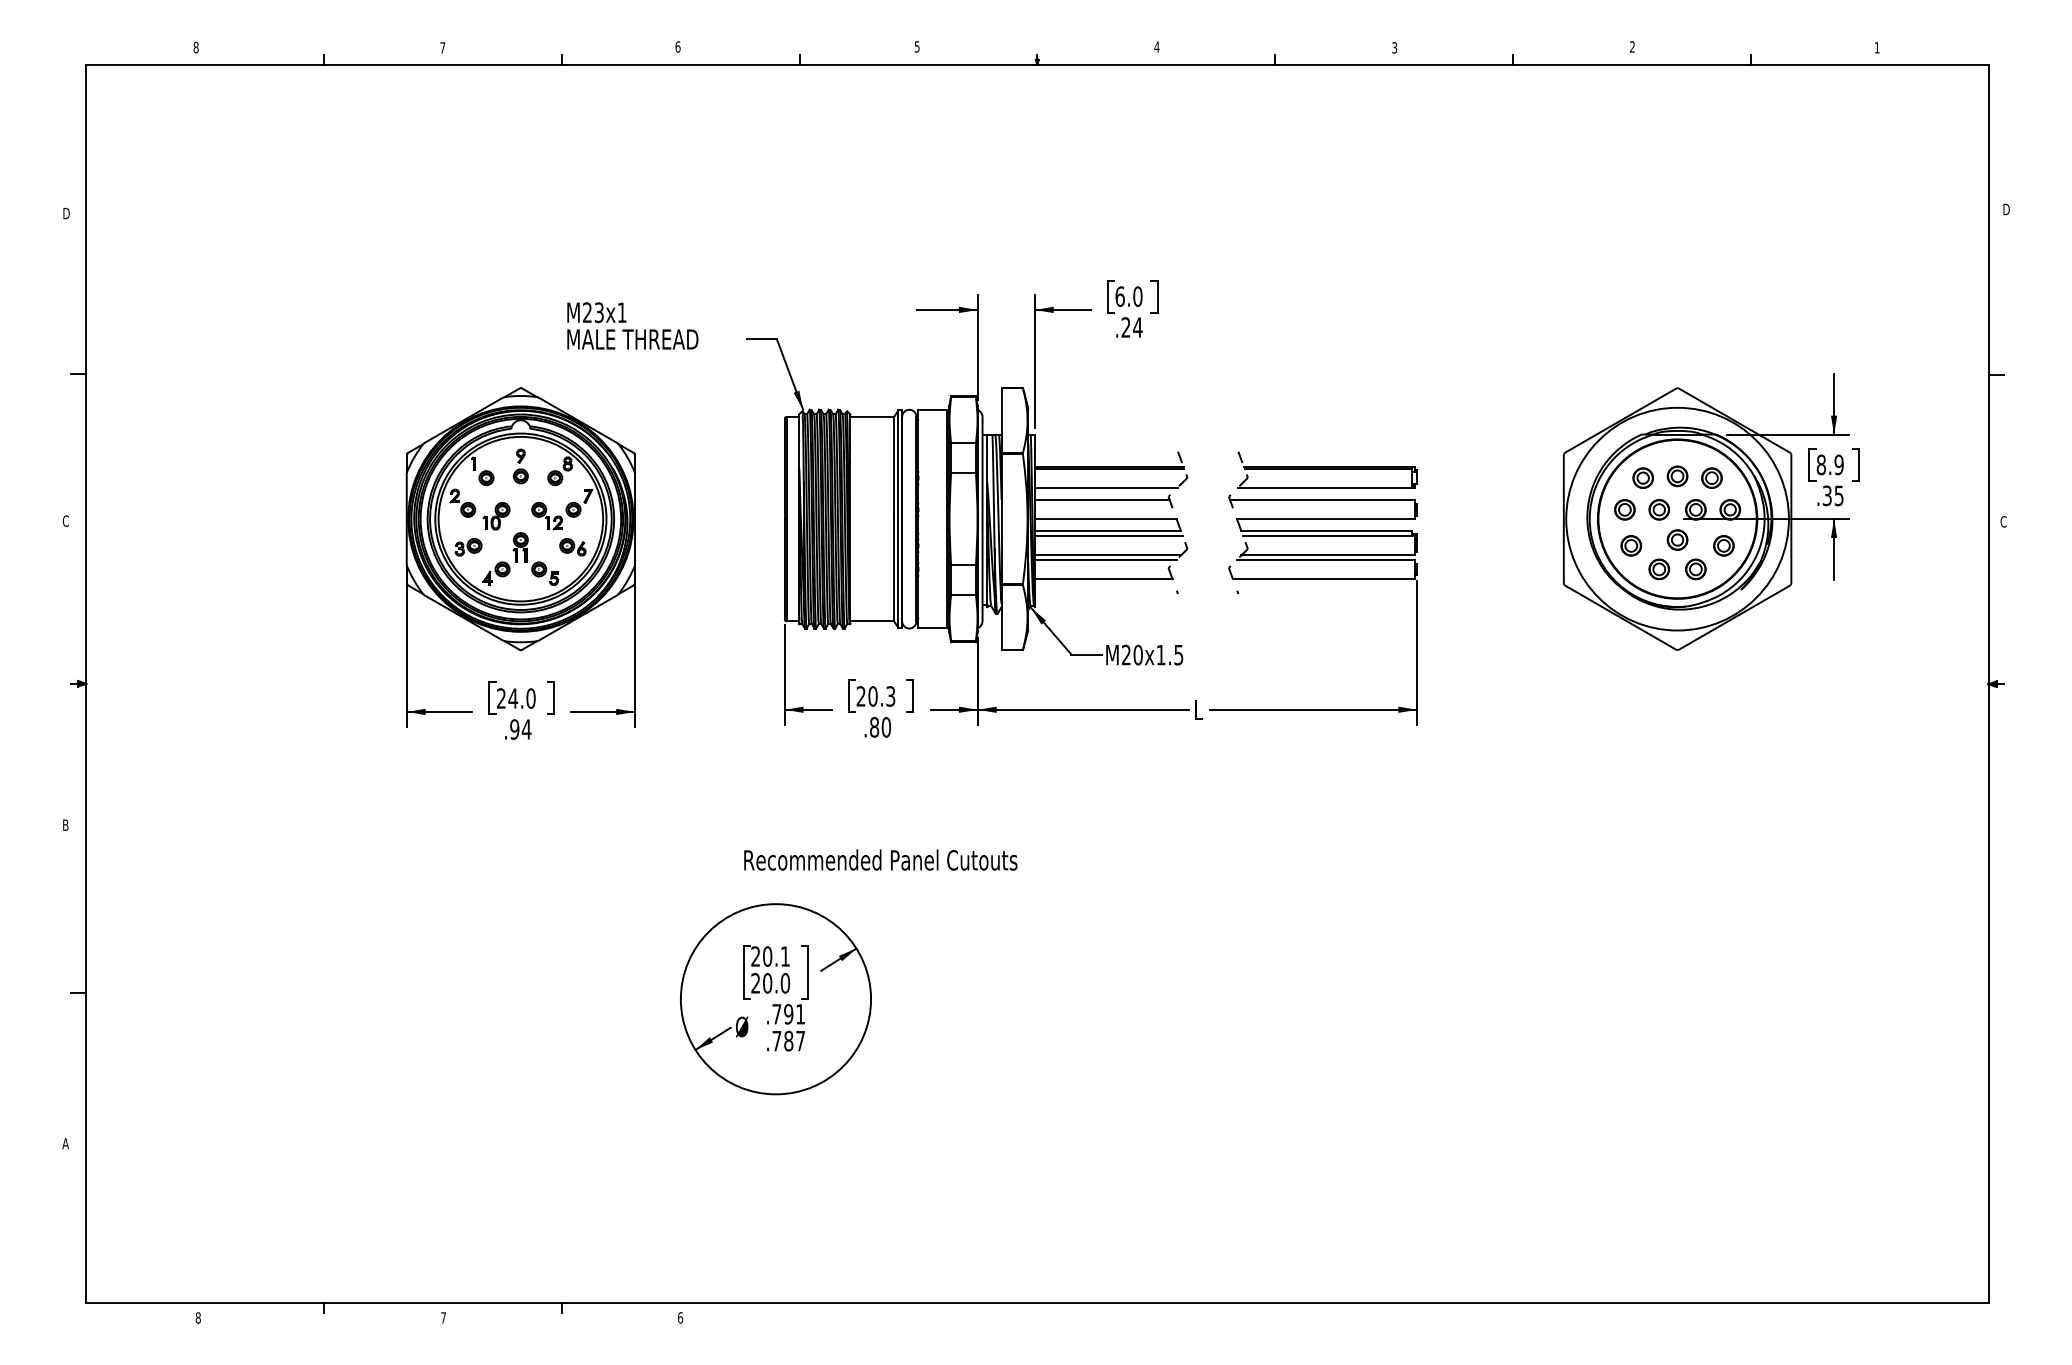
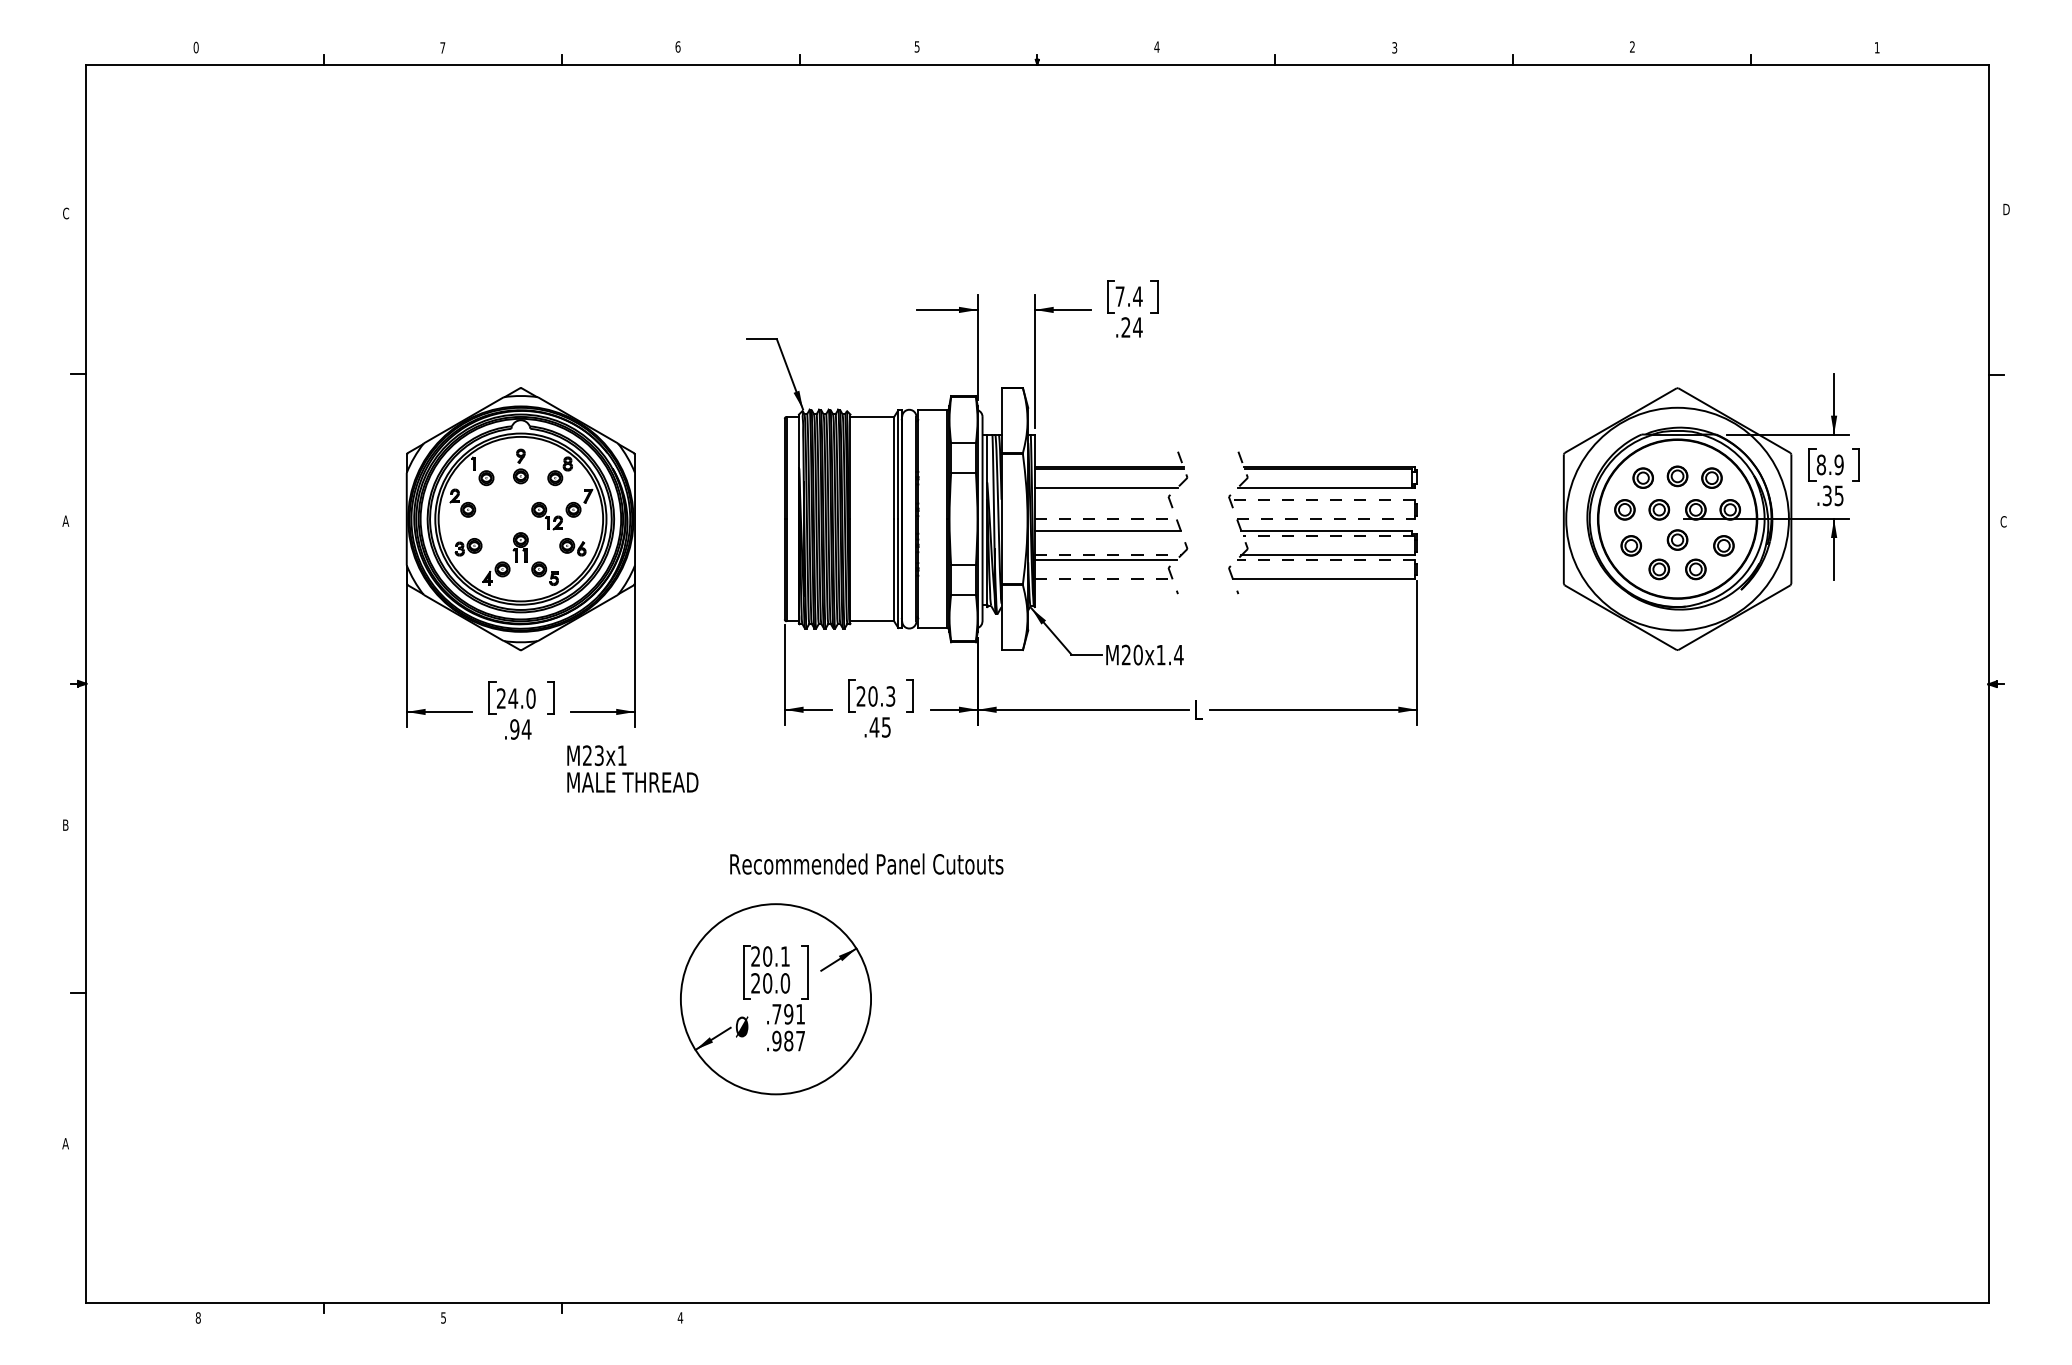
text at (195, 47): 8 -> 0
text at (66, 213): D -> C
text at (1128, 296): 6.0 -> 7.4
text at (632, 325) position: (632, 325) -> (632, 768)
line at (1101, 500): present -> none
line at (1321, 500): solid -> dashed
part at (496, 516): present -> none
line at (1105, 519): solid -> dashed
line at (1325, 519): solid -> dashed
text at (65, 520): C -> A
line at (1108, 536): present -> none
line at (1329, 536): solid -> dashed
line at (1108, 555): solid -> dashed
line at (1325, 559): solid -> dashed
line at (1103, 578): solid -> dashed
text at (1178, 655): M20x1.5 -> M20x1.4
text at (880, 727): .80 -> .45
text at (880, 859) position: (880, 859) -> (866, 863)
text at (776, 1040): .787 -> .987
text at (443, 1317): 7 -> 5
text at (680, 1317): 6 -> 4
